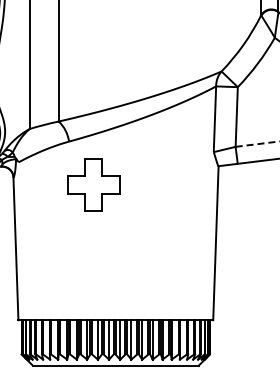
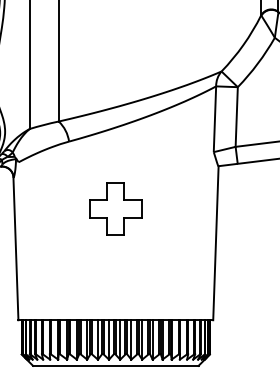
line at (257, 144): dashed -> solid
part at (93, 184) position: (93, 184) -> (115, 208)
